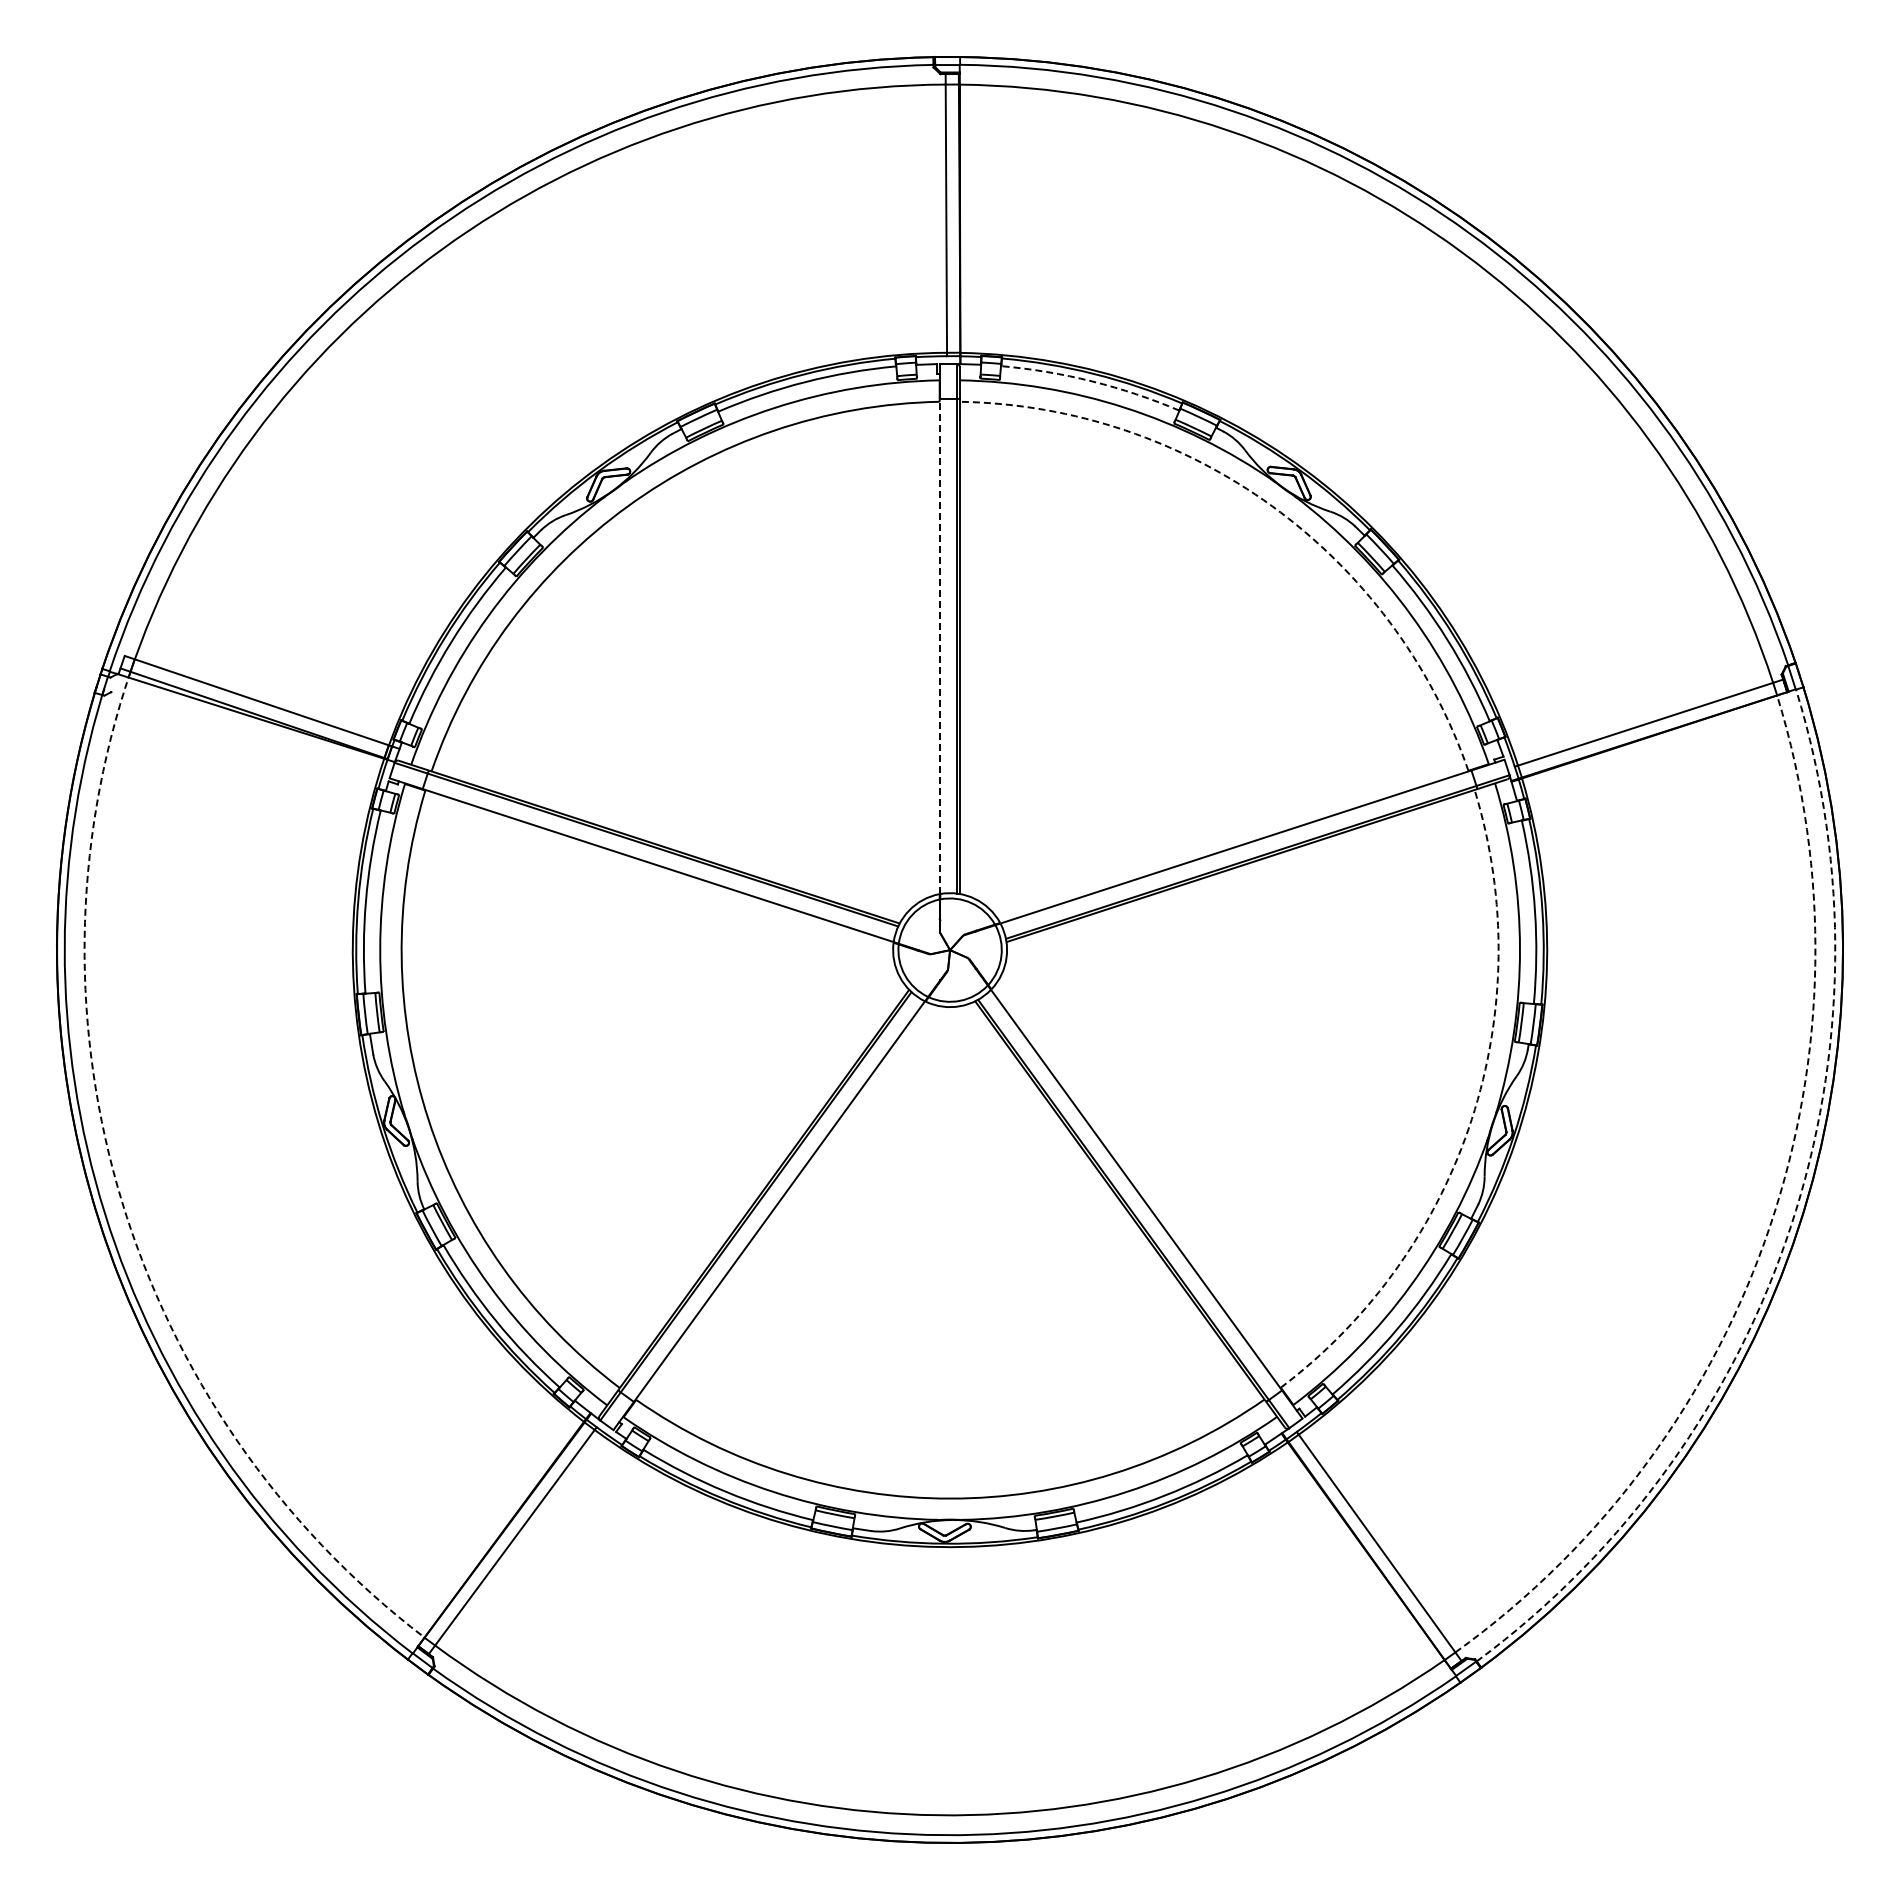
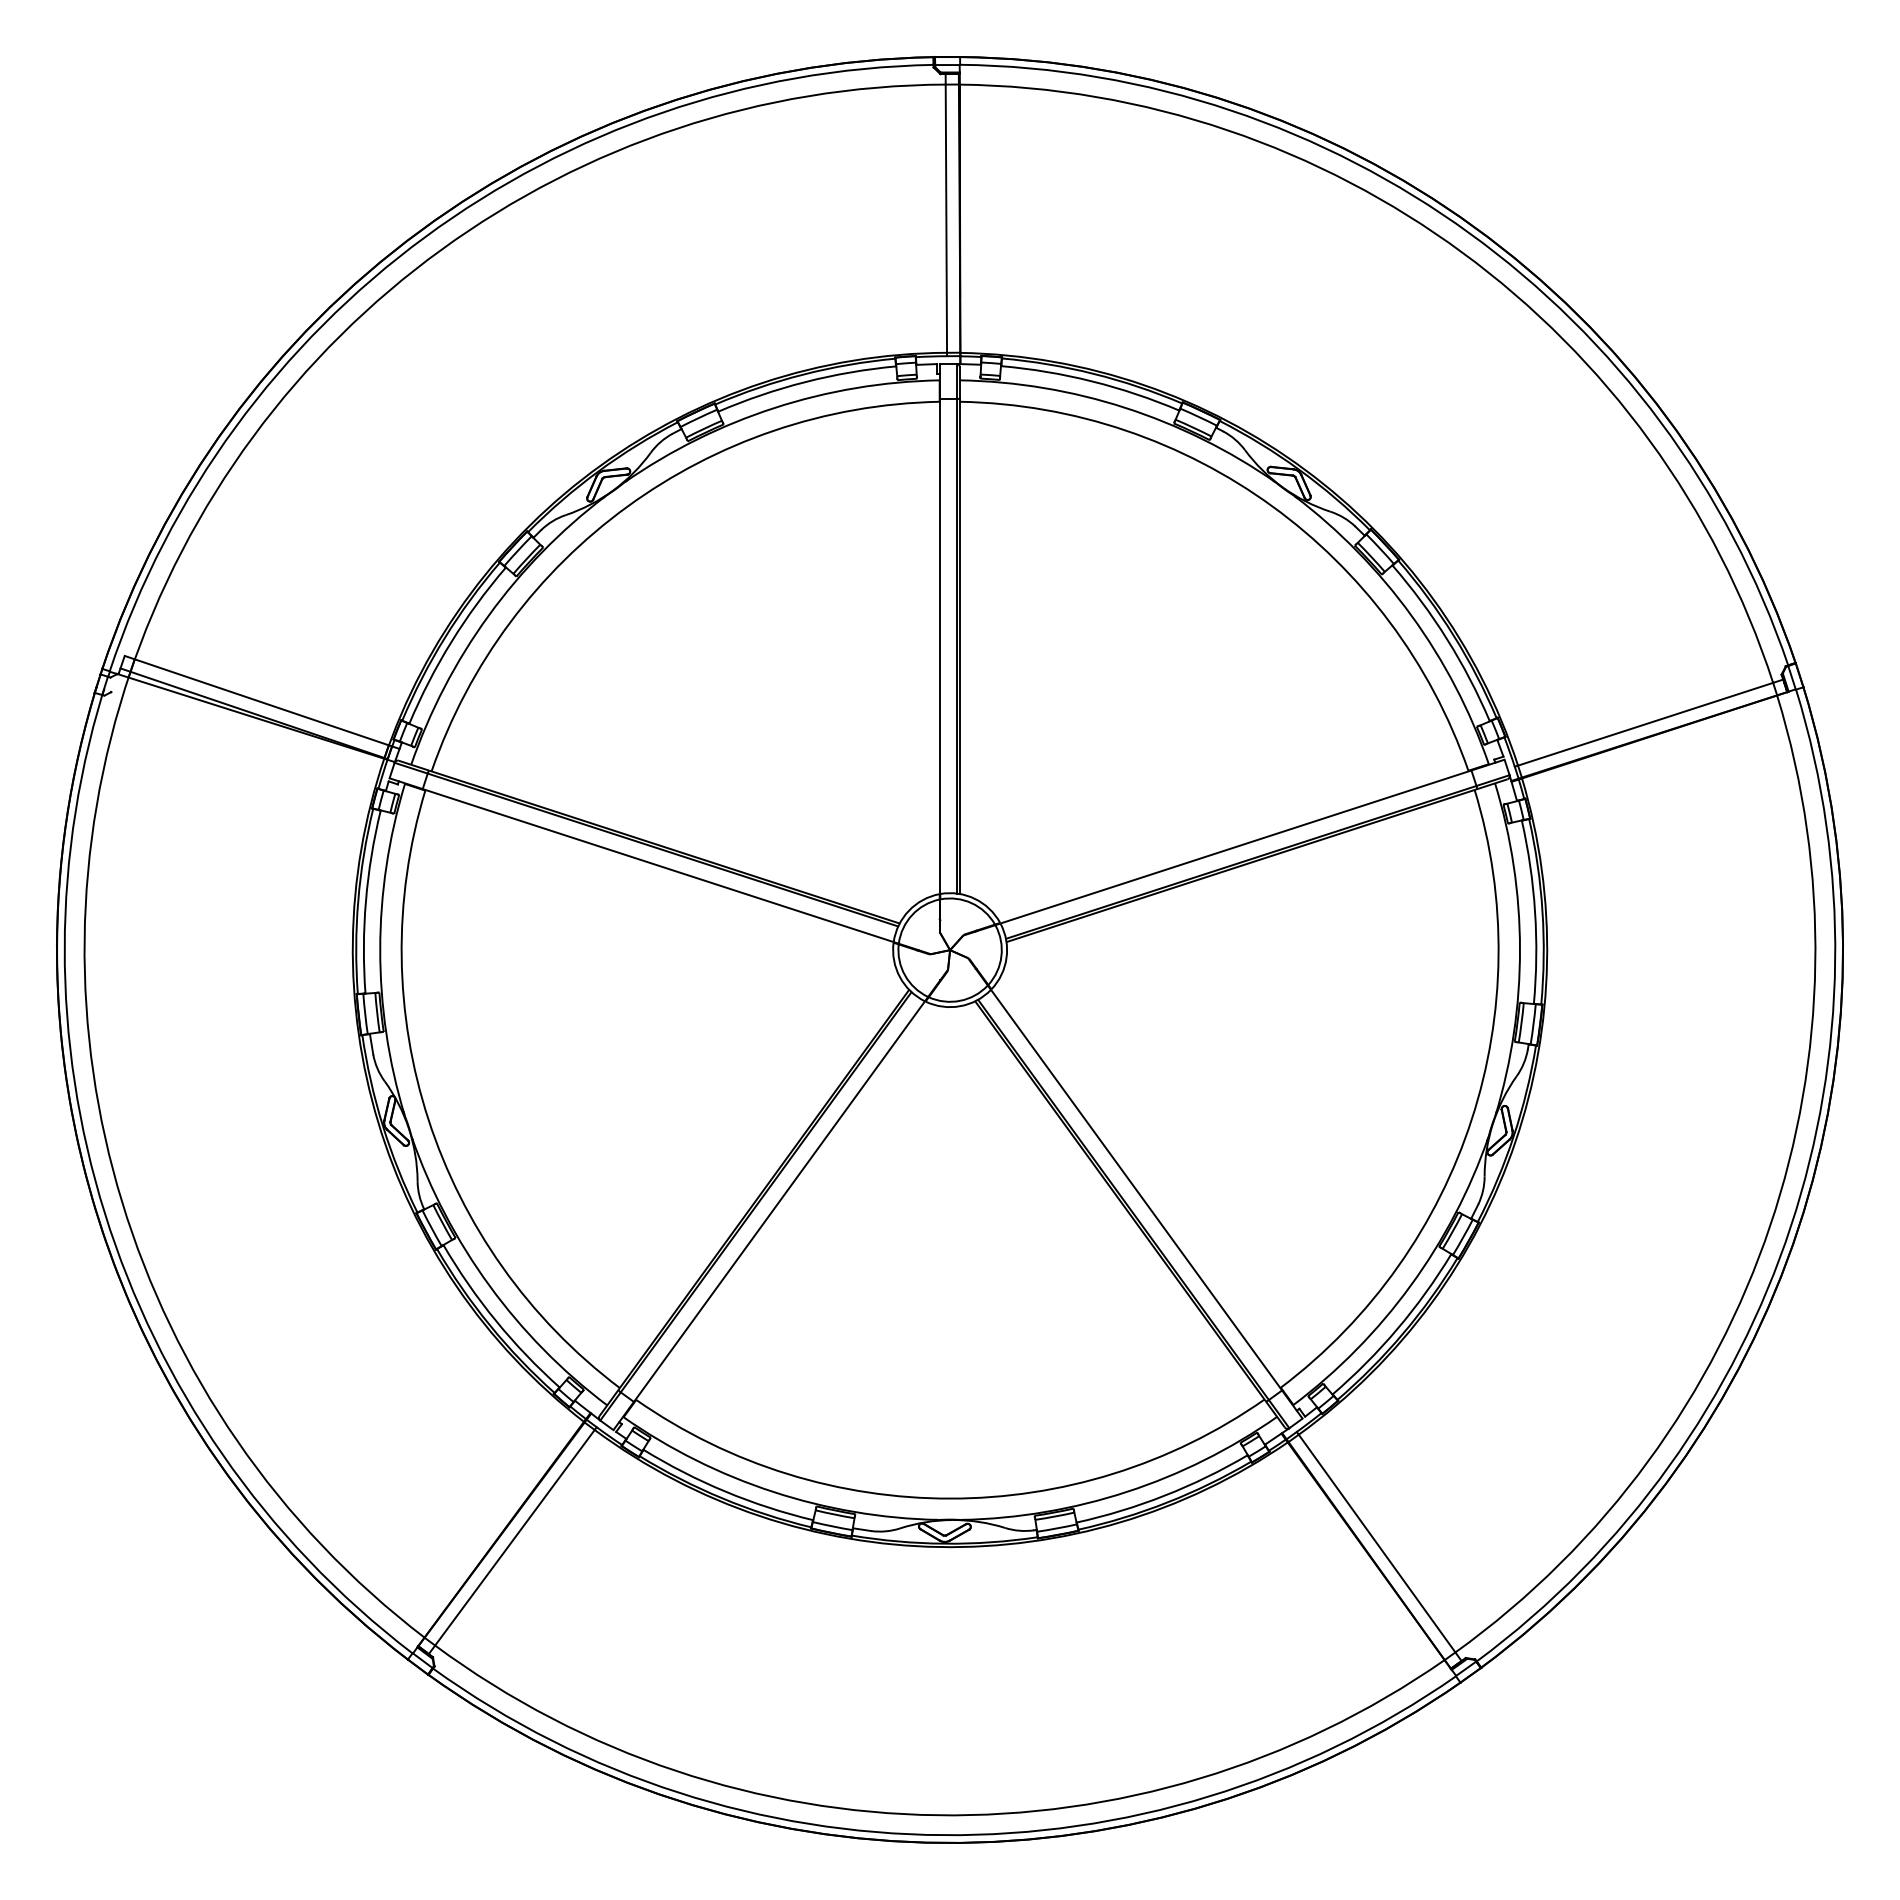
arc at (1092, 381): dashed -> solid
arc at (1272, 506): dashed -> solid
line at (940, 646): dashed -> solid
arc at (1471, 1119): dashed -> solid
arc at (122, 1202): dashed -> solid
arc at (1770, 1225): dashed -> solid
arc at (1790, 1226): dashed -> solid
